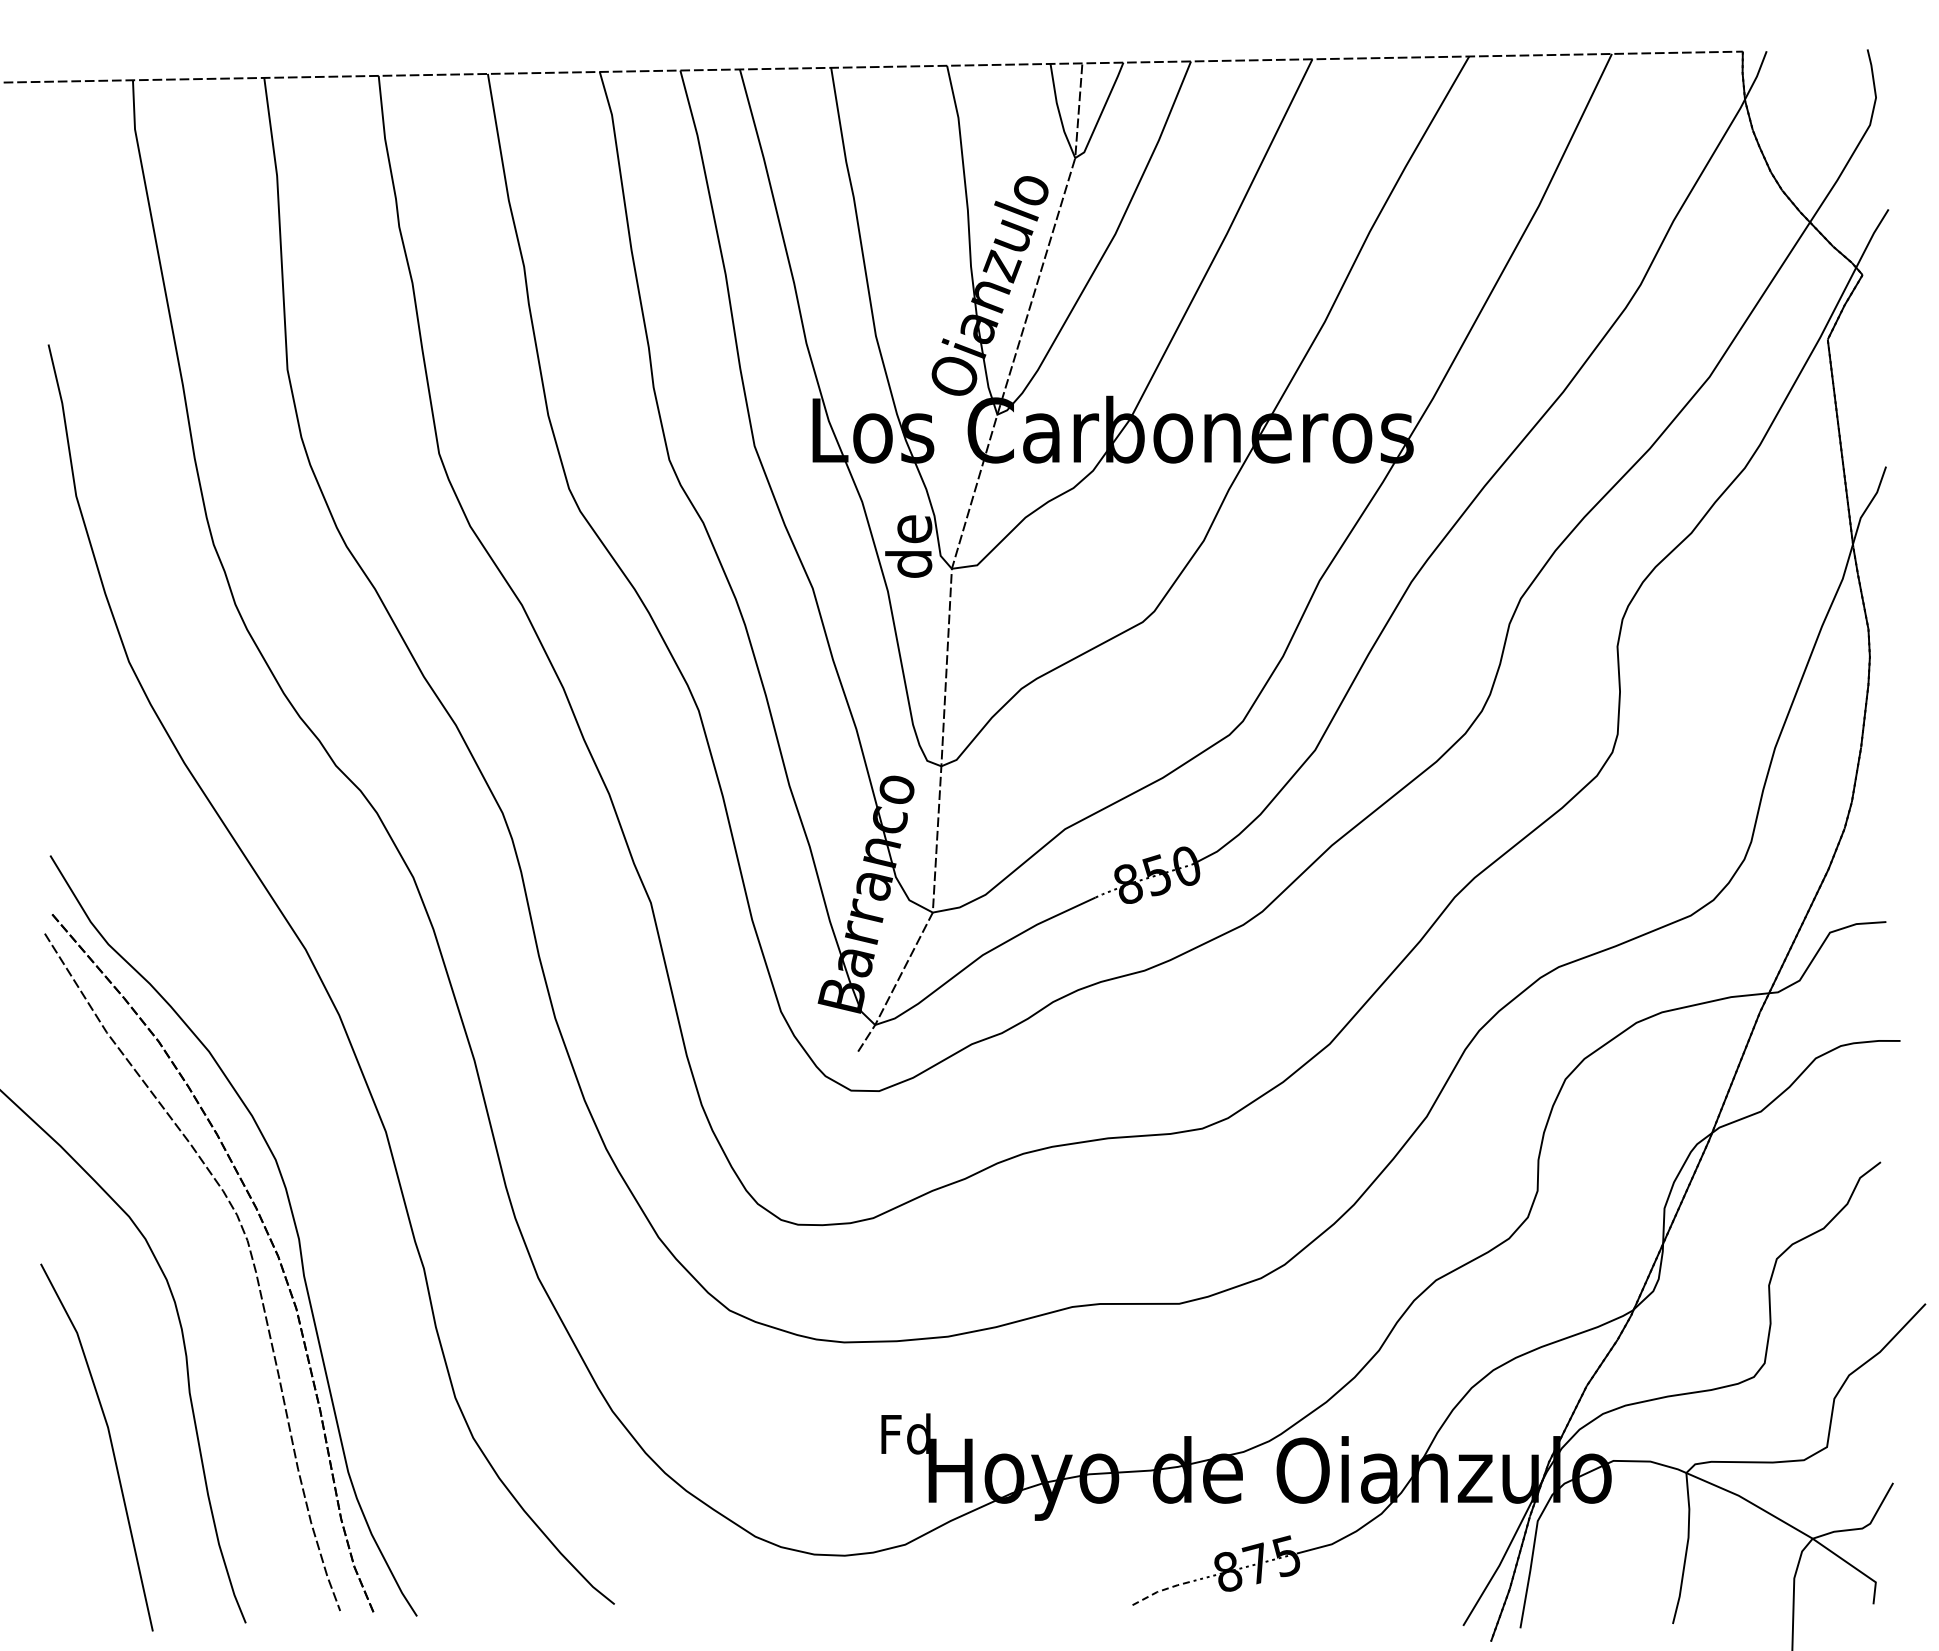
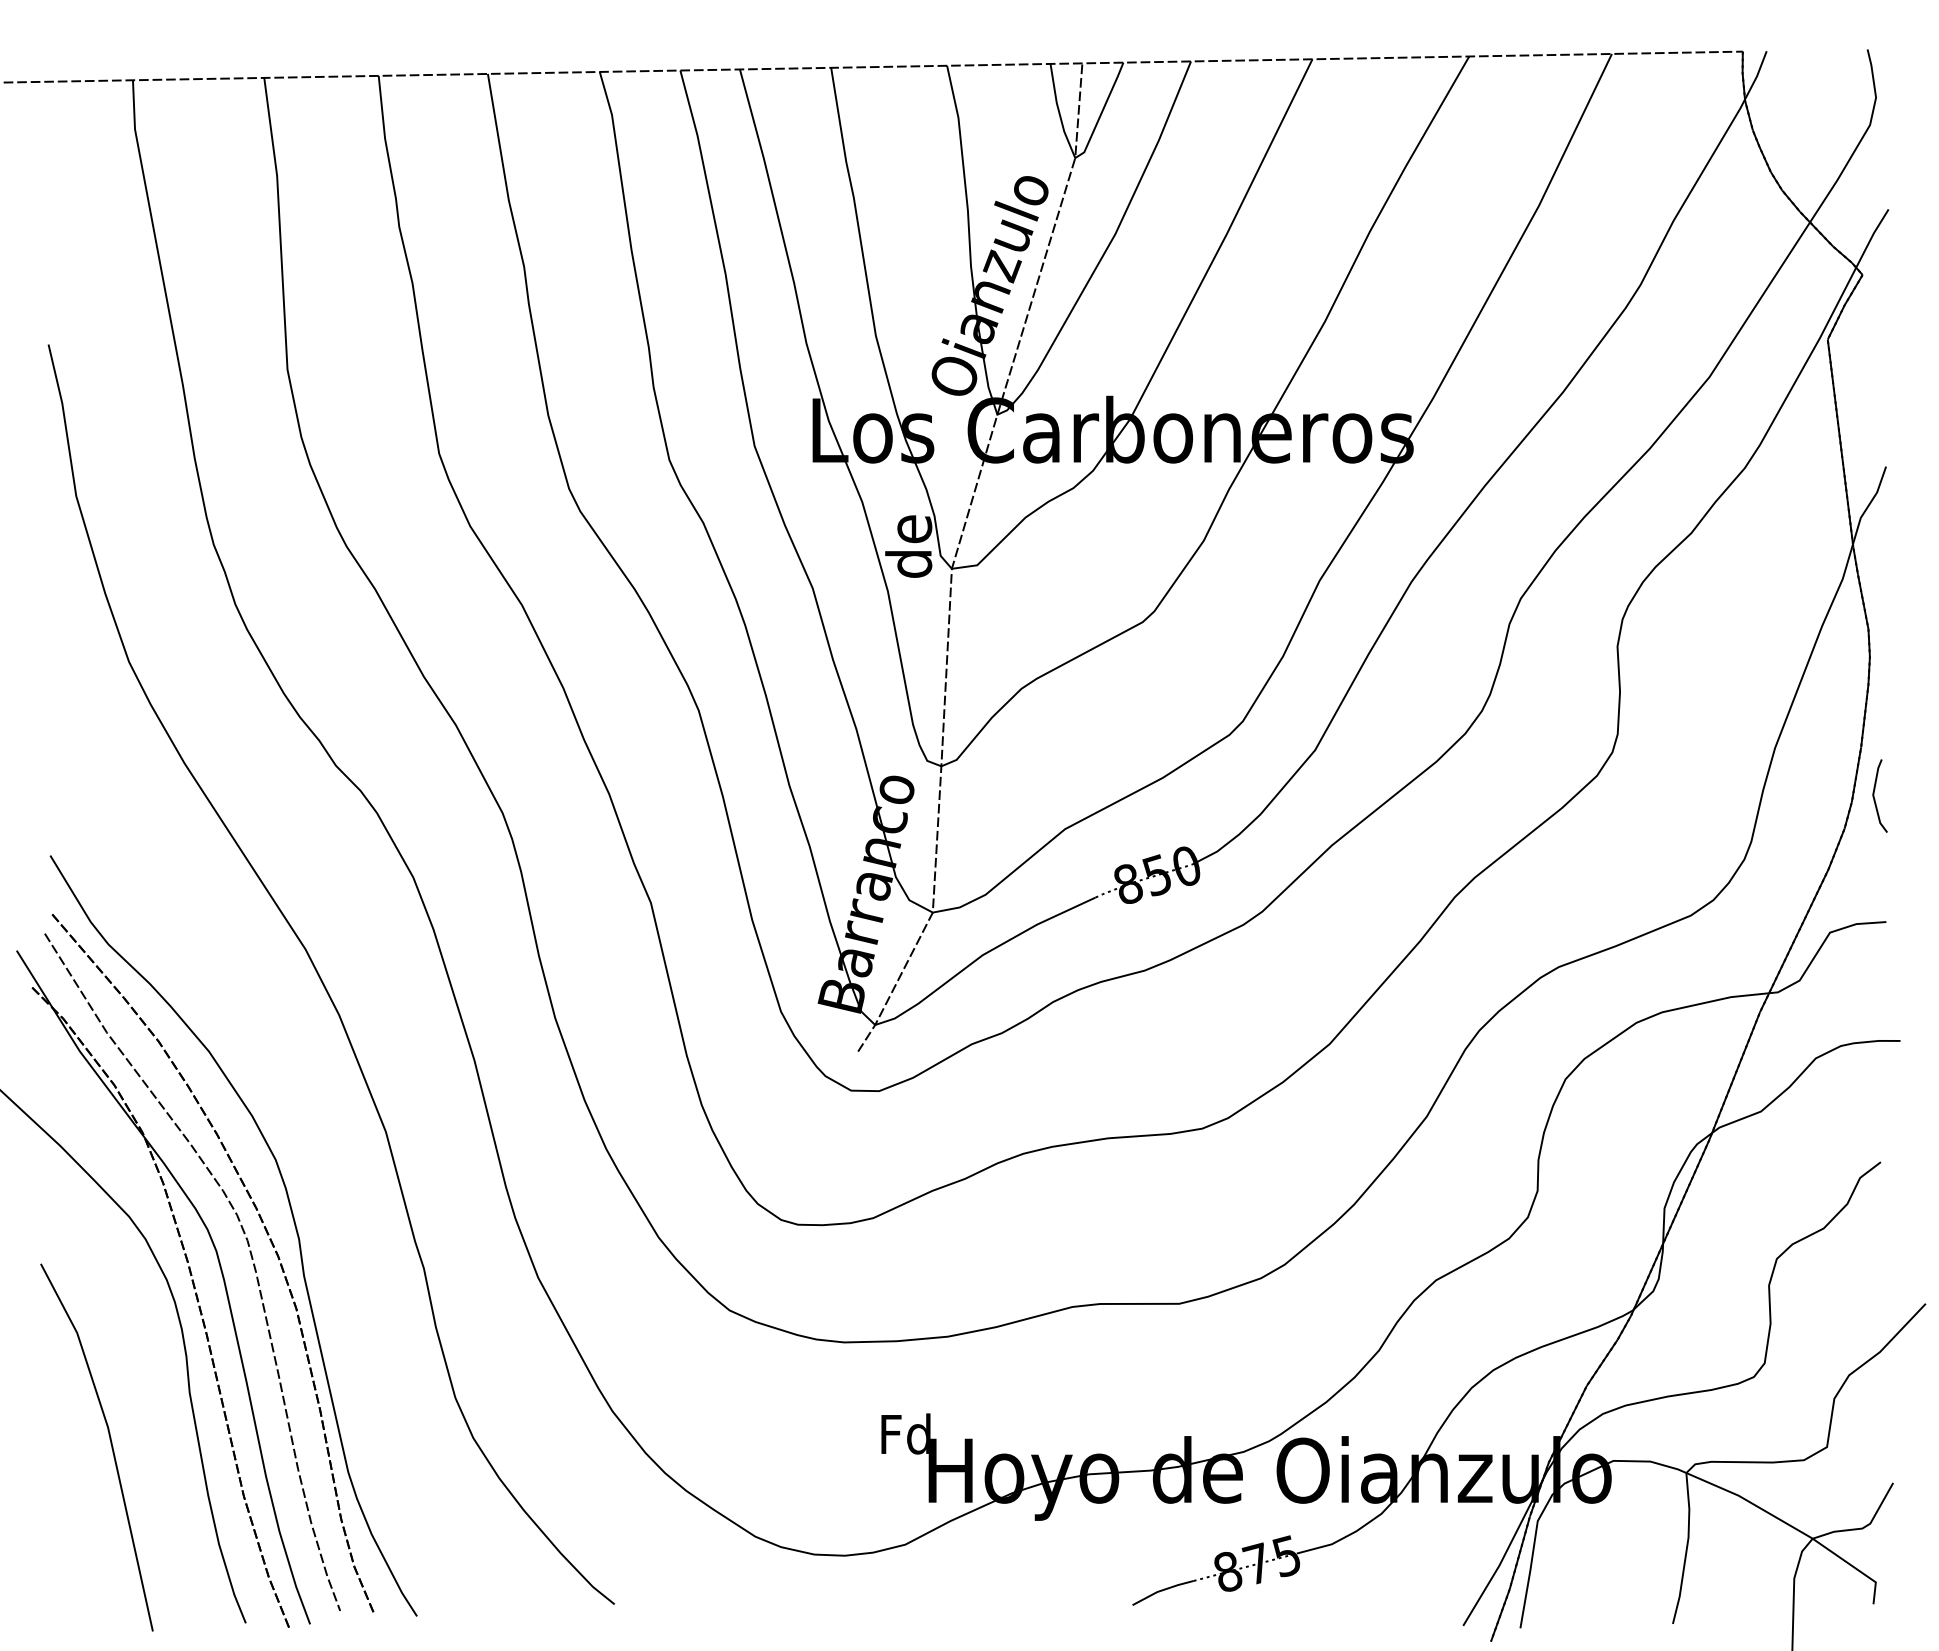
line at (1874, 795): none -> present
part at (191, 1281): none -> present
line at (1162, 1590): dashed -> solid
